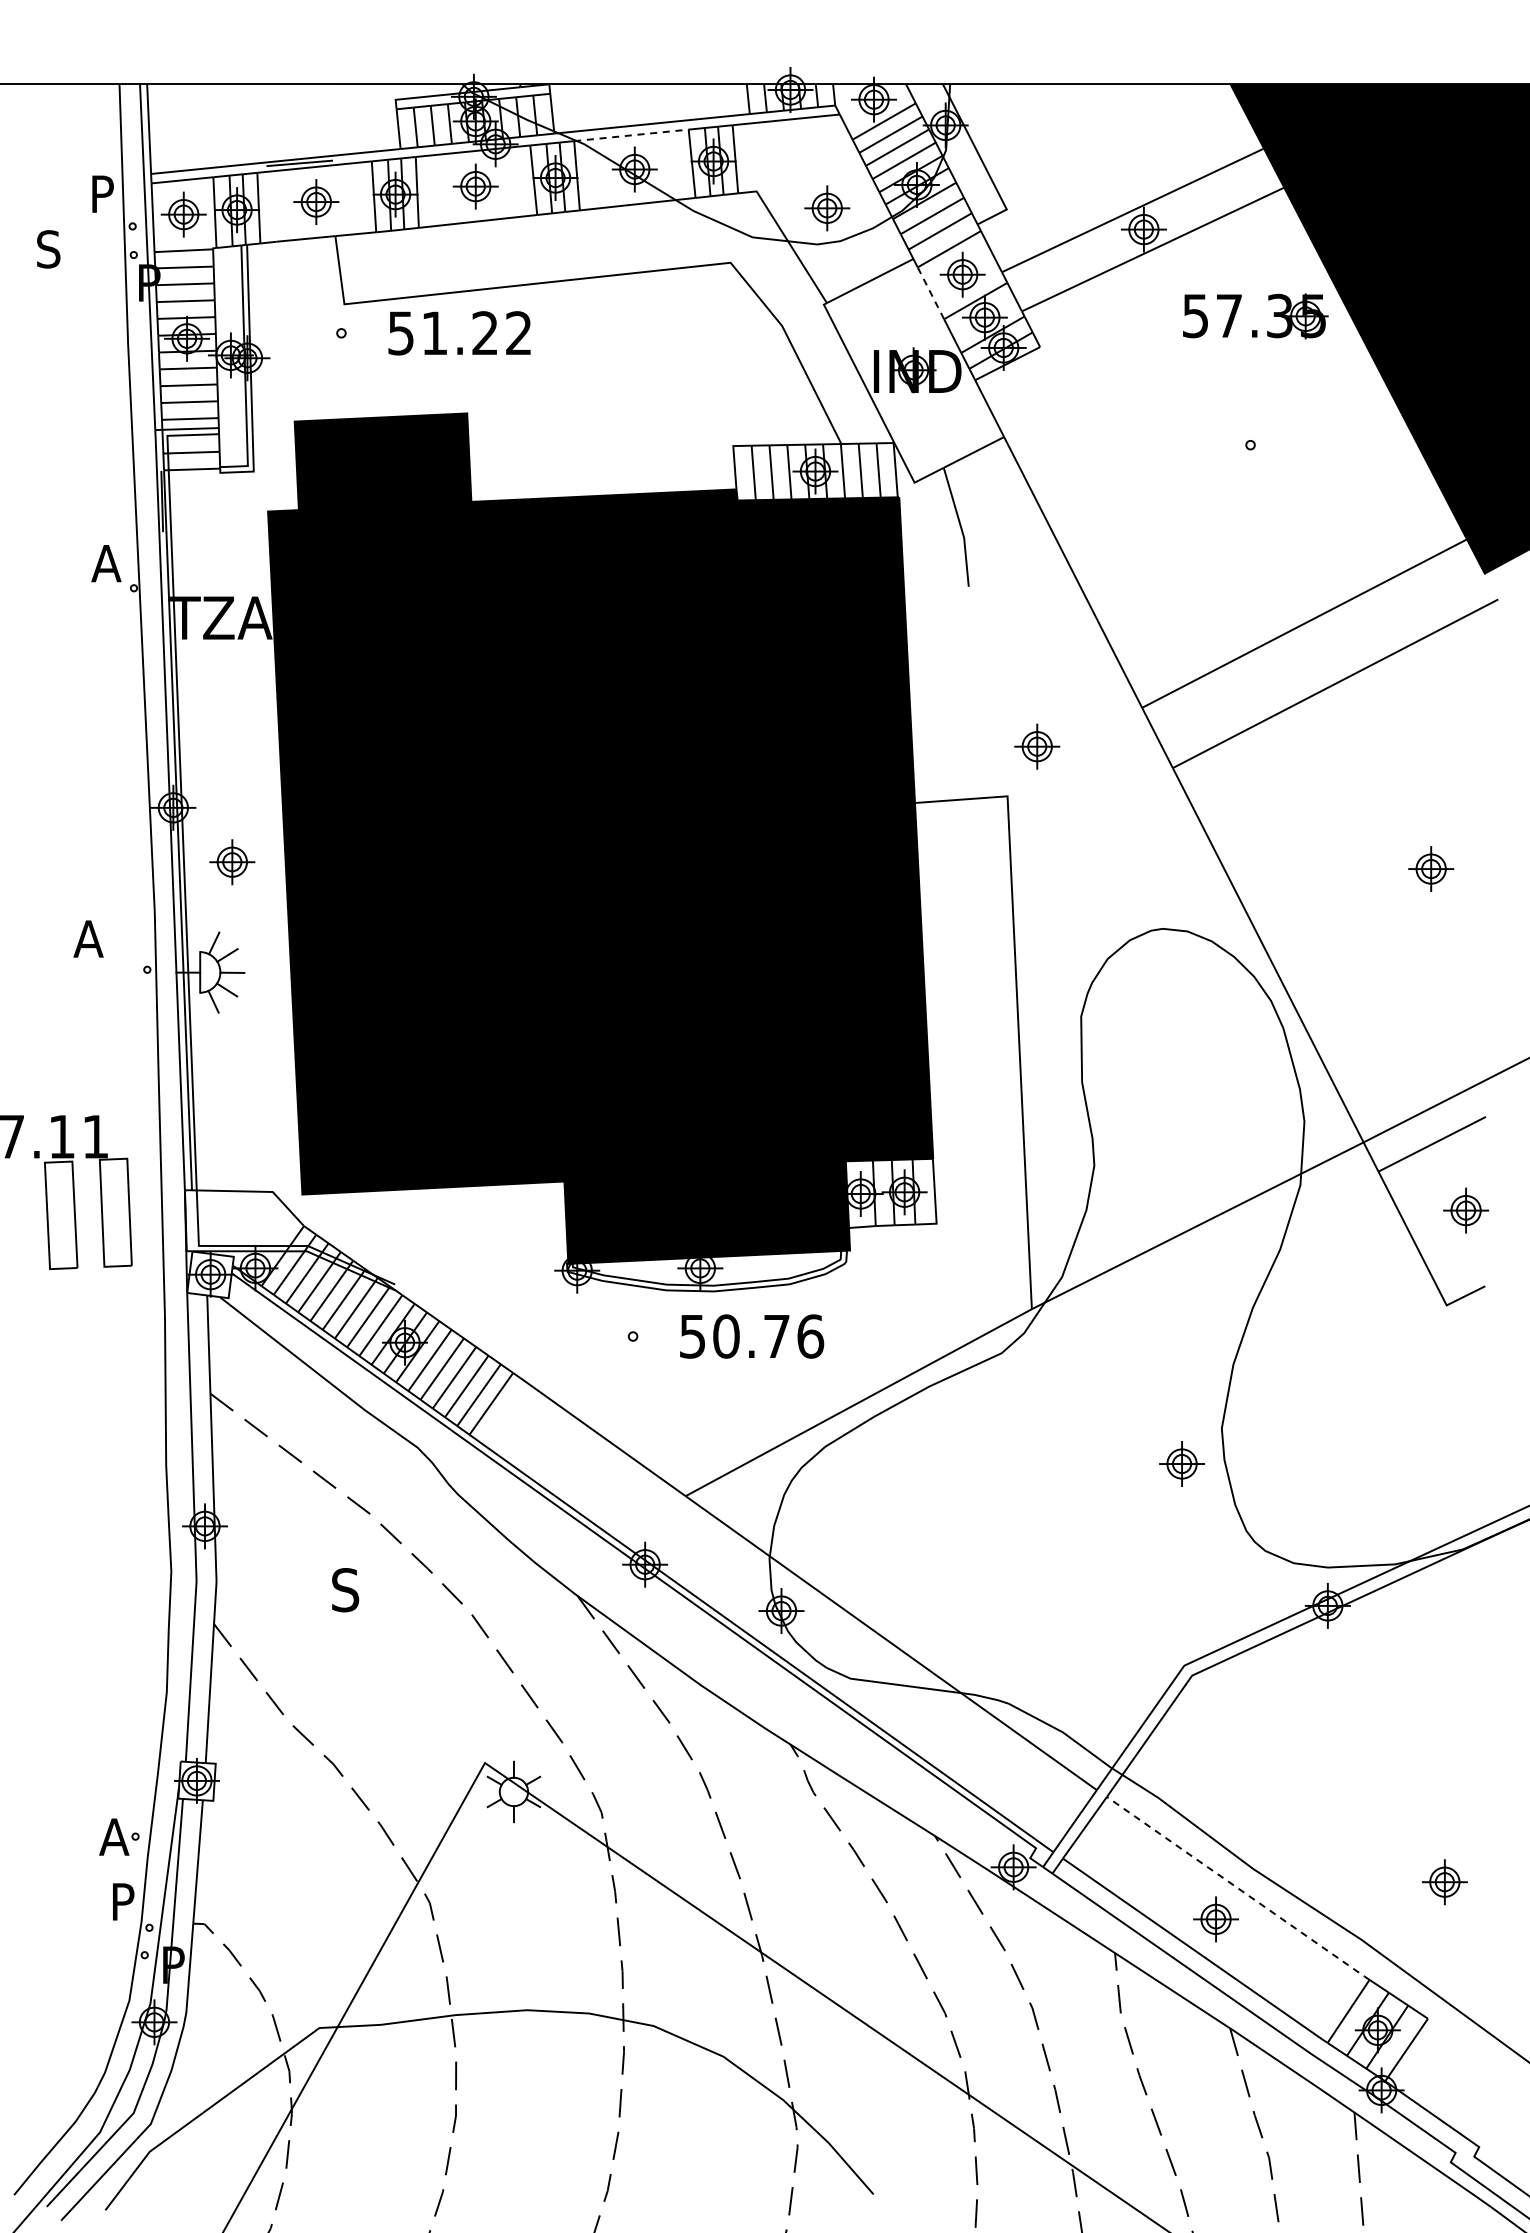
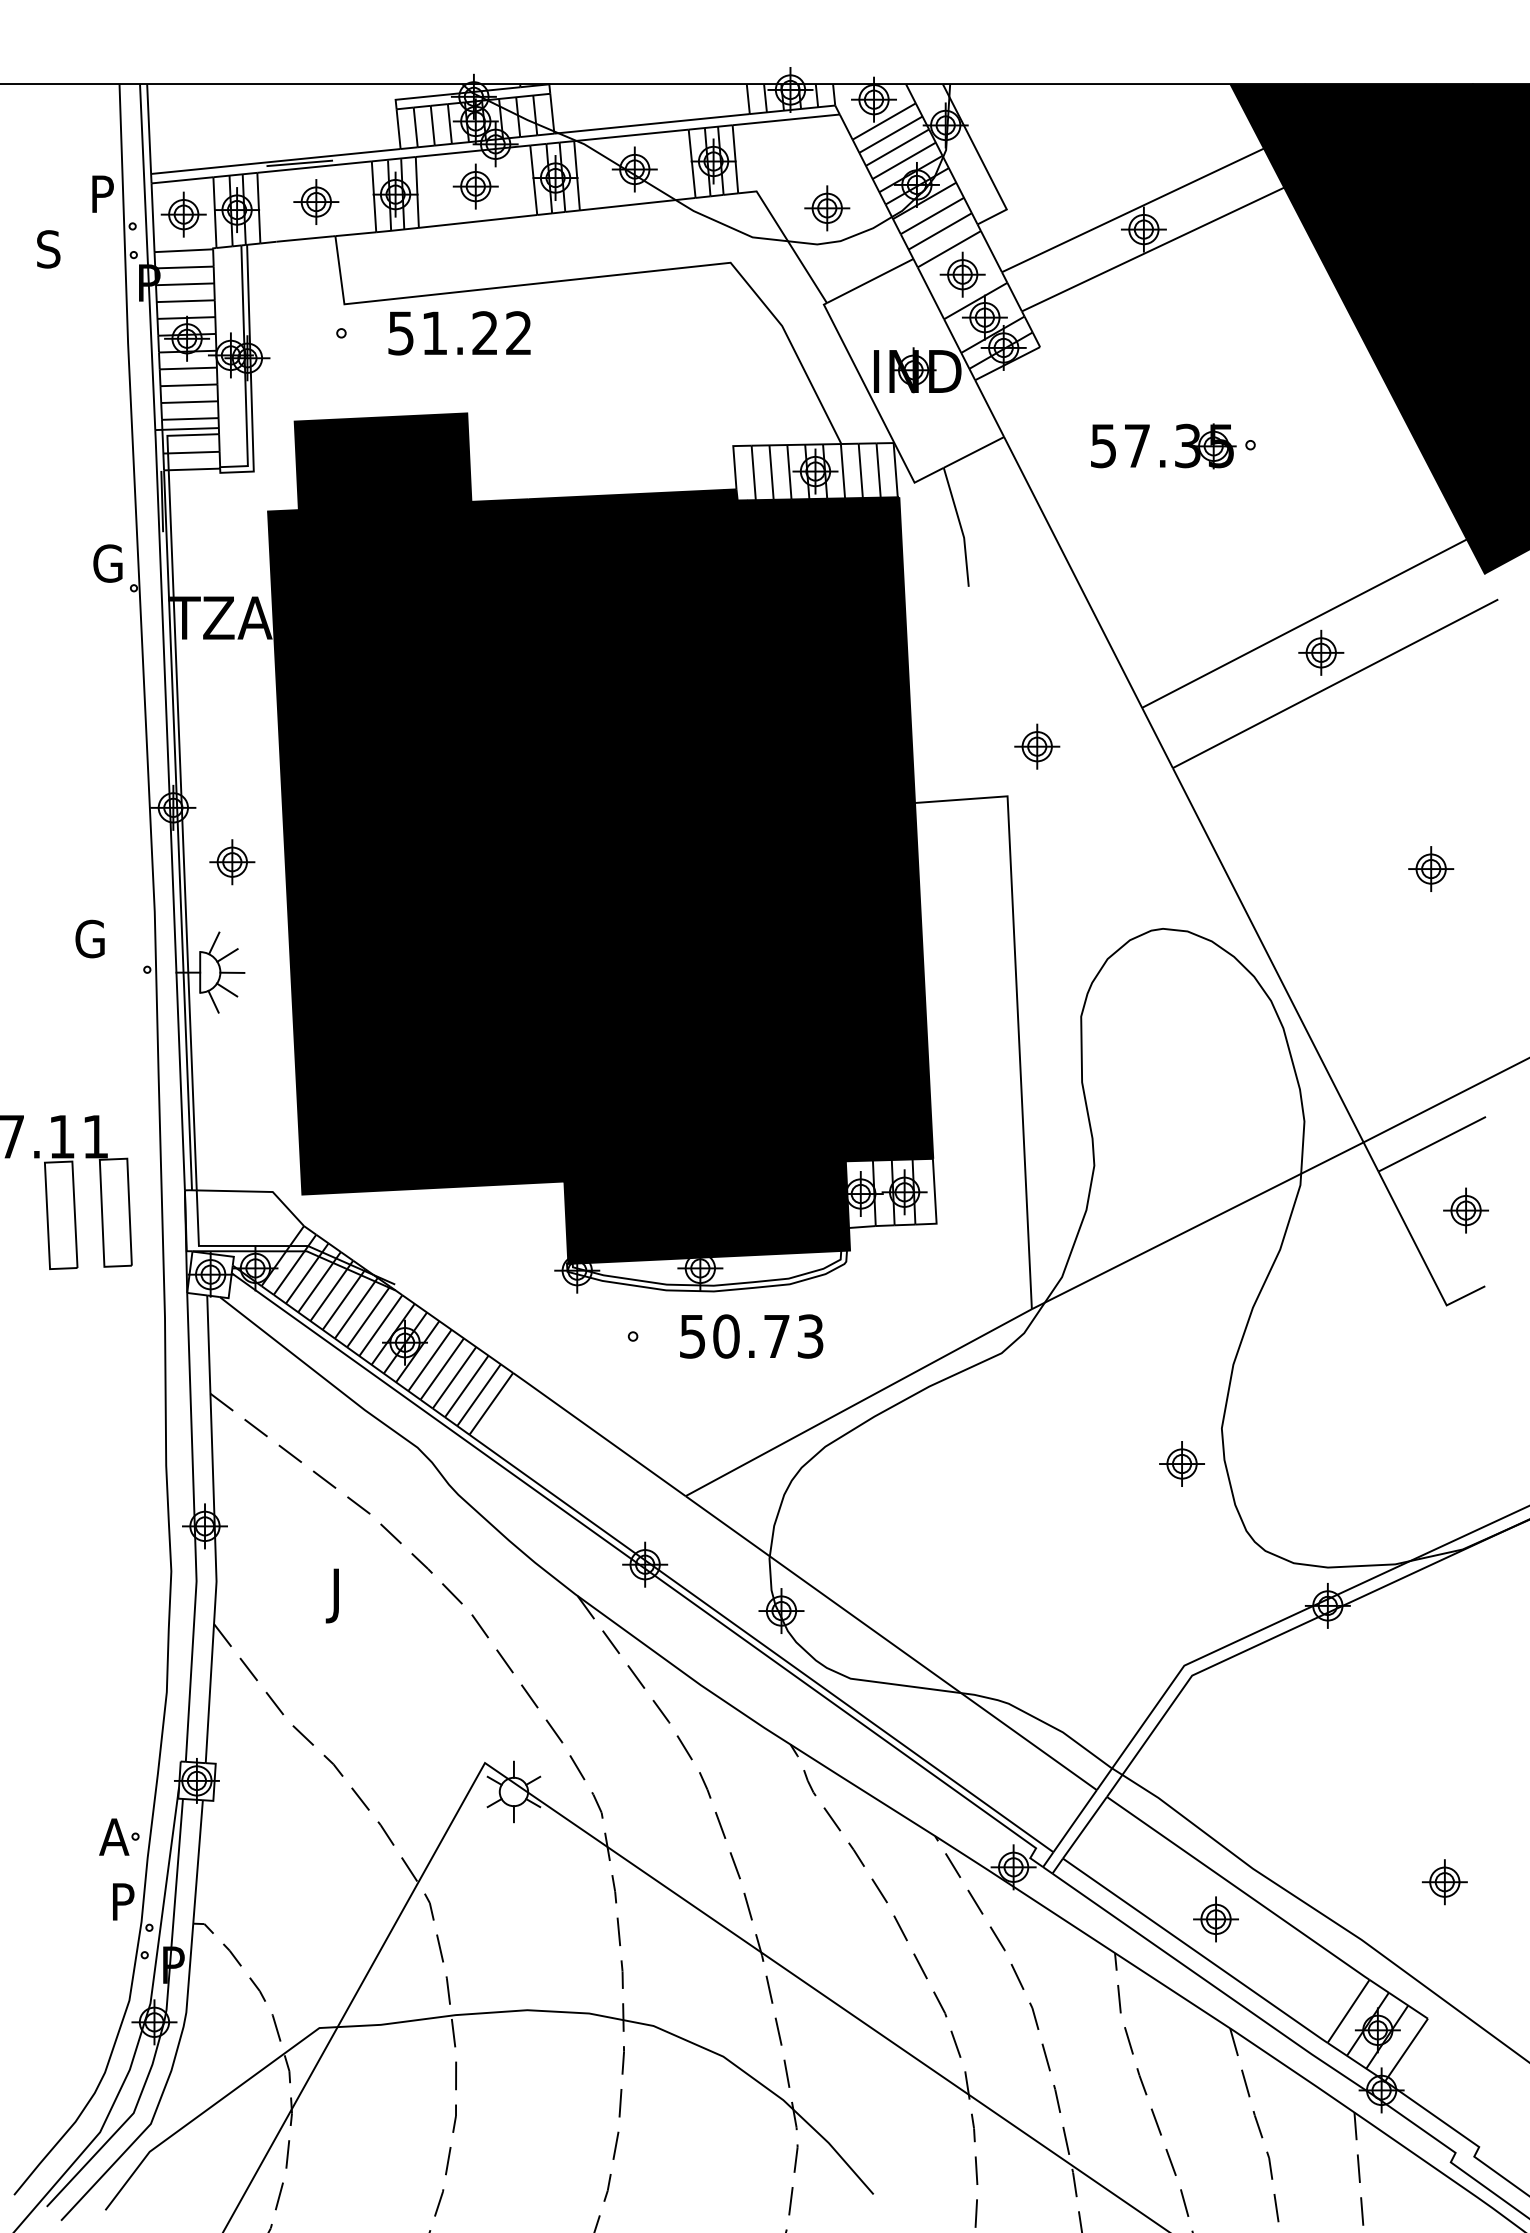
line at (631, 135): dashed -> solid
line at (930, 292): dashed -> solid
part at (1255, 330) position: (1255, 330) -> (1163, 460)
text at (106, 563): A -> G
part at (1321, 652): none -> present
text at (88, 938): A -> G
text at (810, 1336): 50.76 -> 50.73
text at (342, 1595): S -> J
line at (1238, 1888): dashed -> solid
